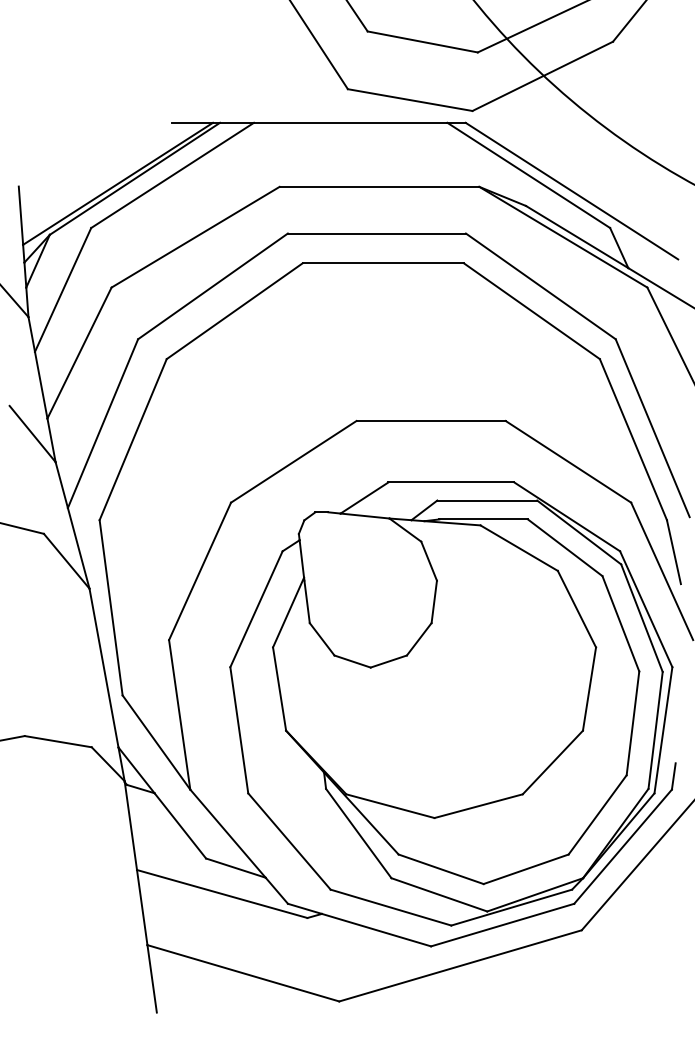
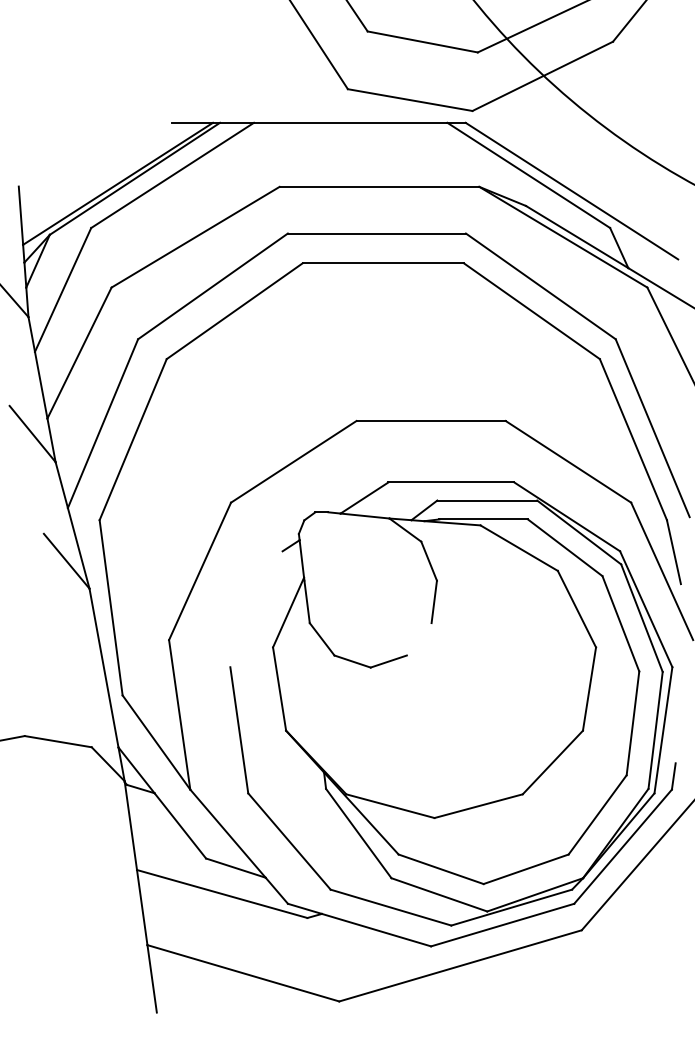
line at (22, 528): present -> none
line at (256, 609): present -> none
line at (418, 639): present -> none
